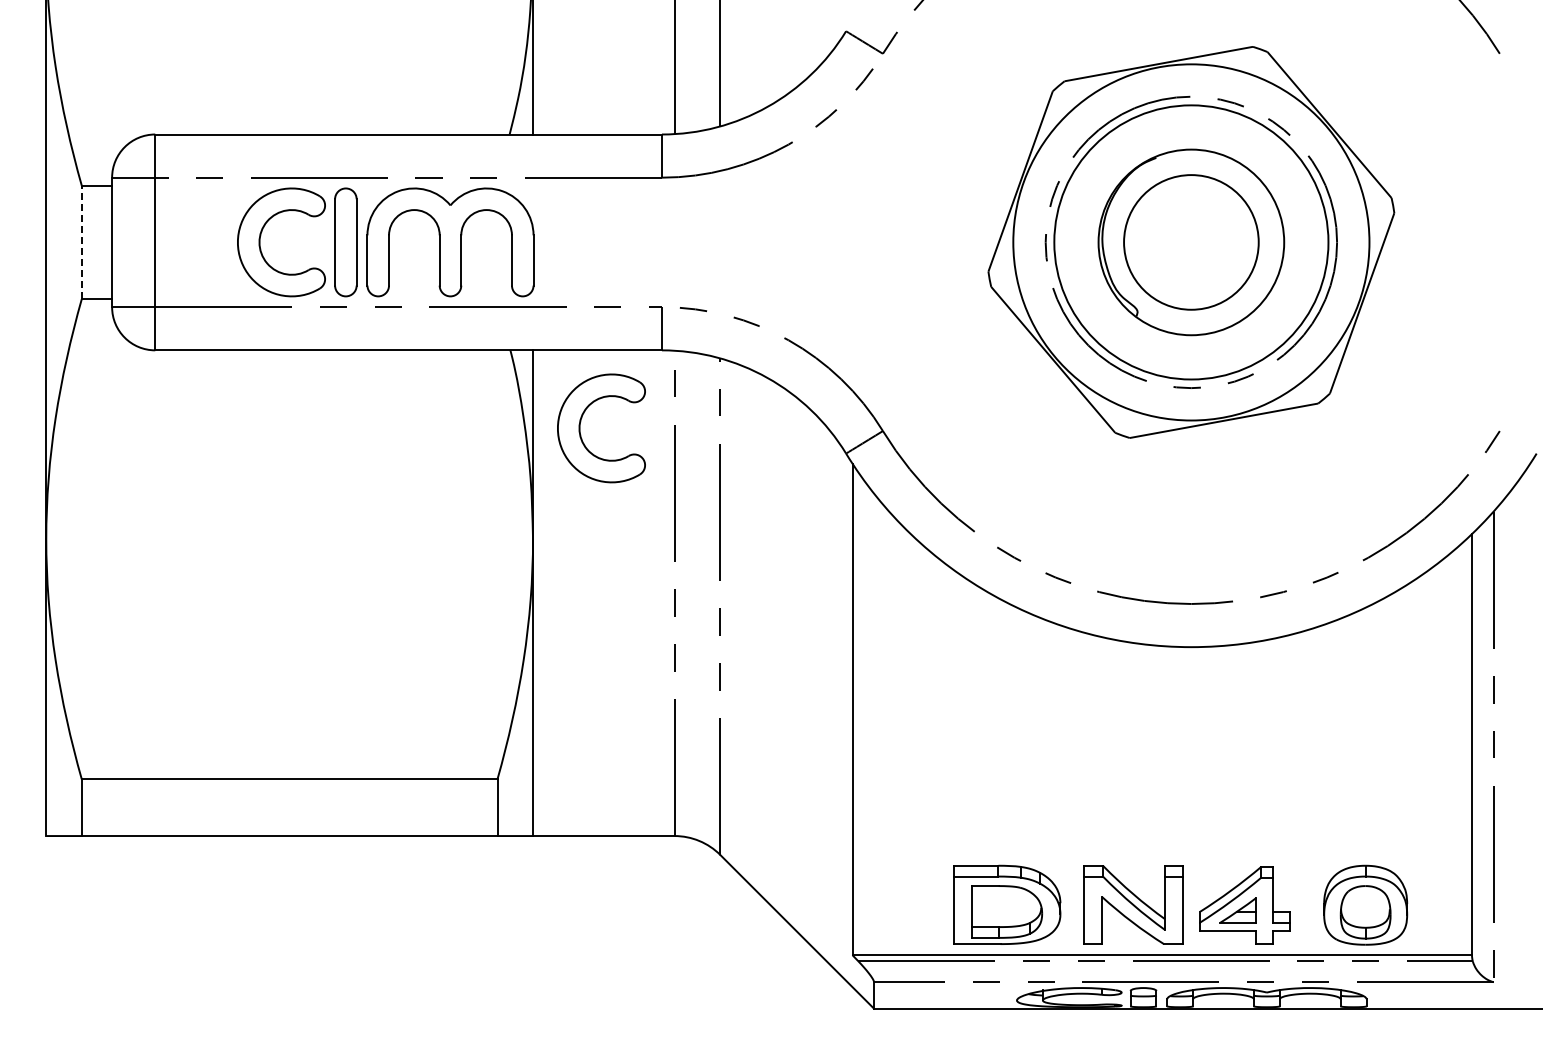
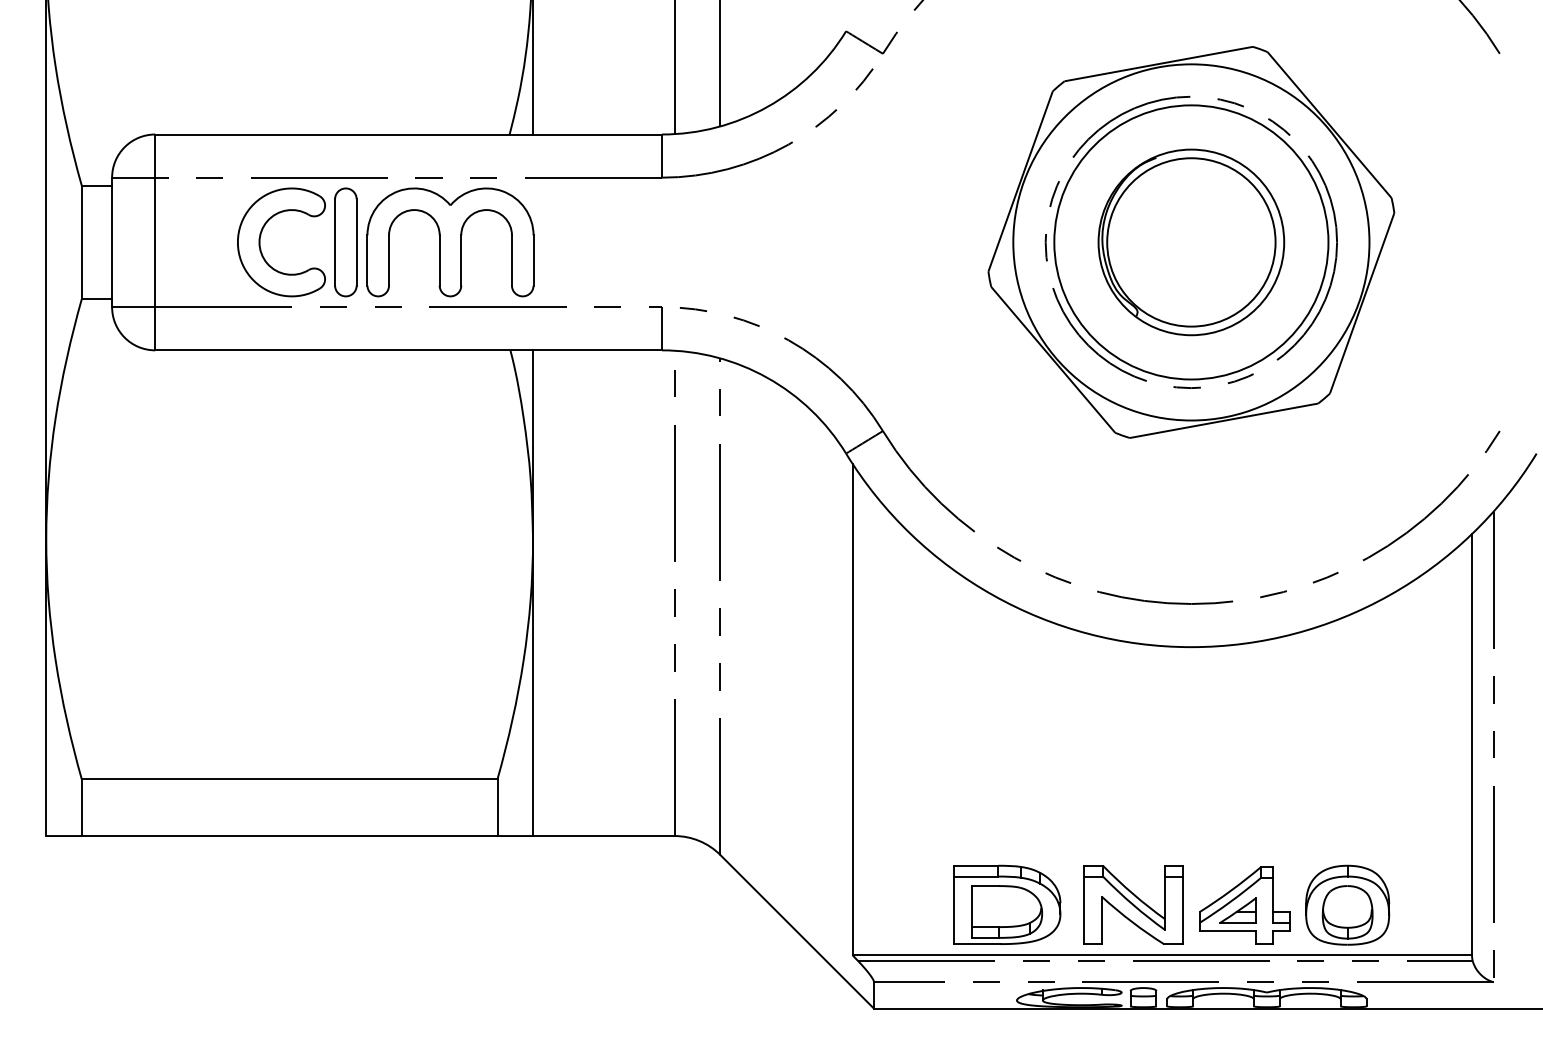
line at (81, 242): dashed -> solid
circle at (1191, 242) diameter: 135 px -> 168 px
part at (580, 428): present -> none
part at (1365, 904) position: (1365, 904) -> (1347, 904)
